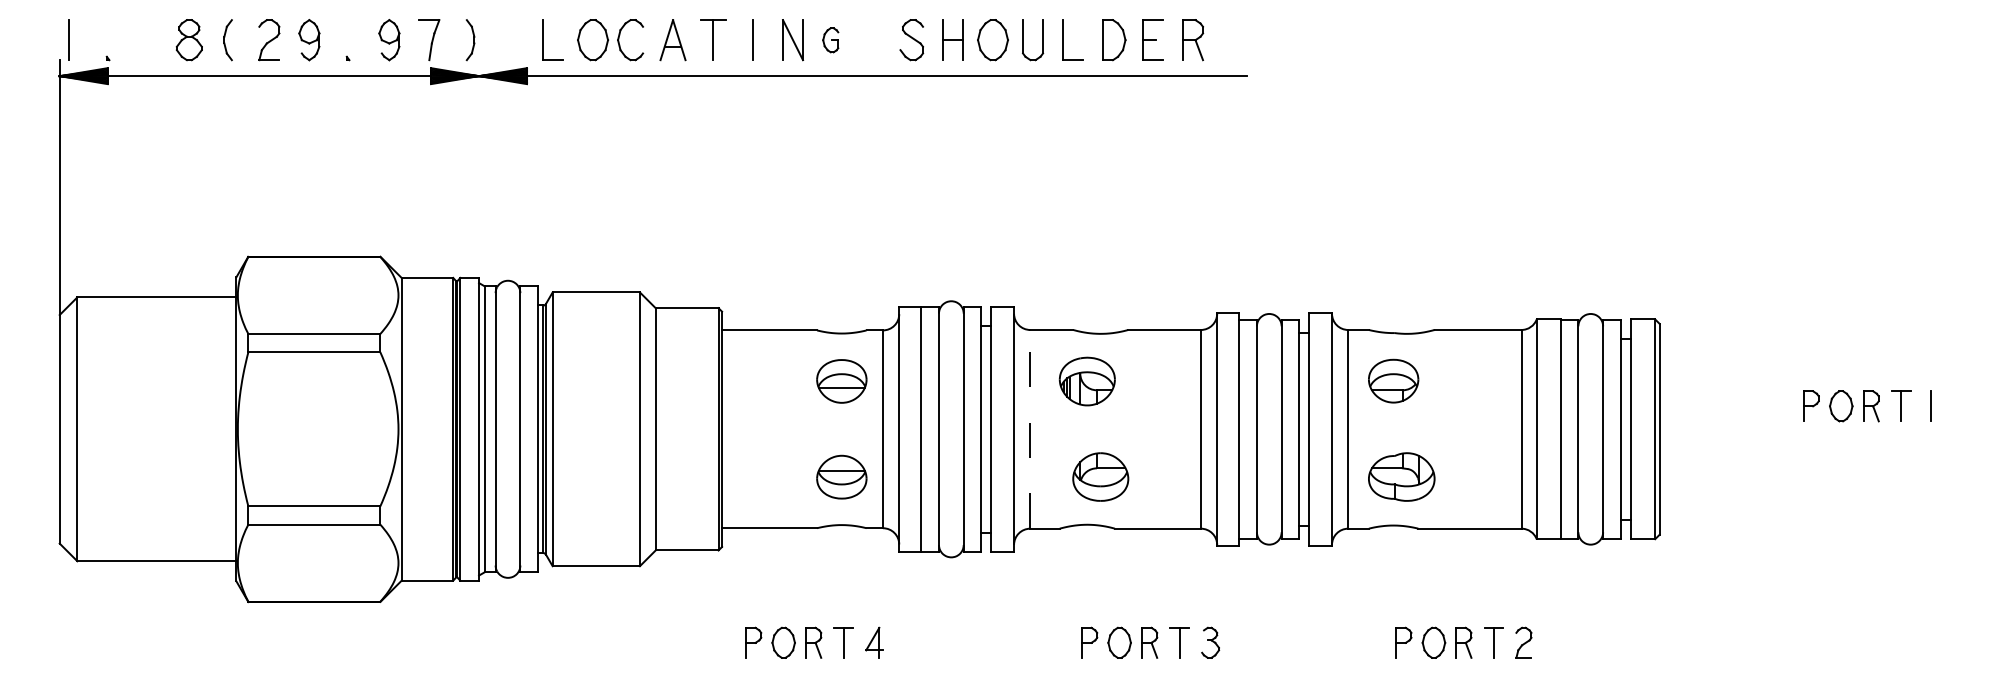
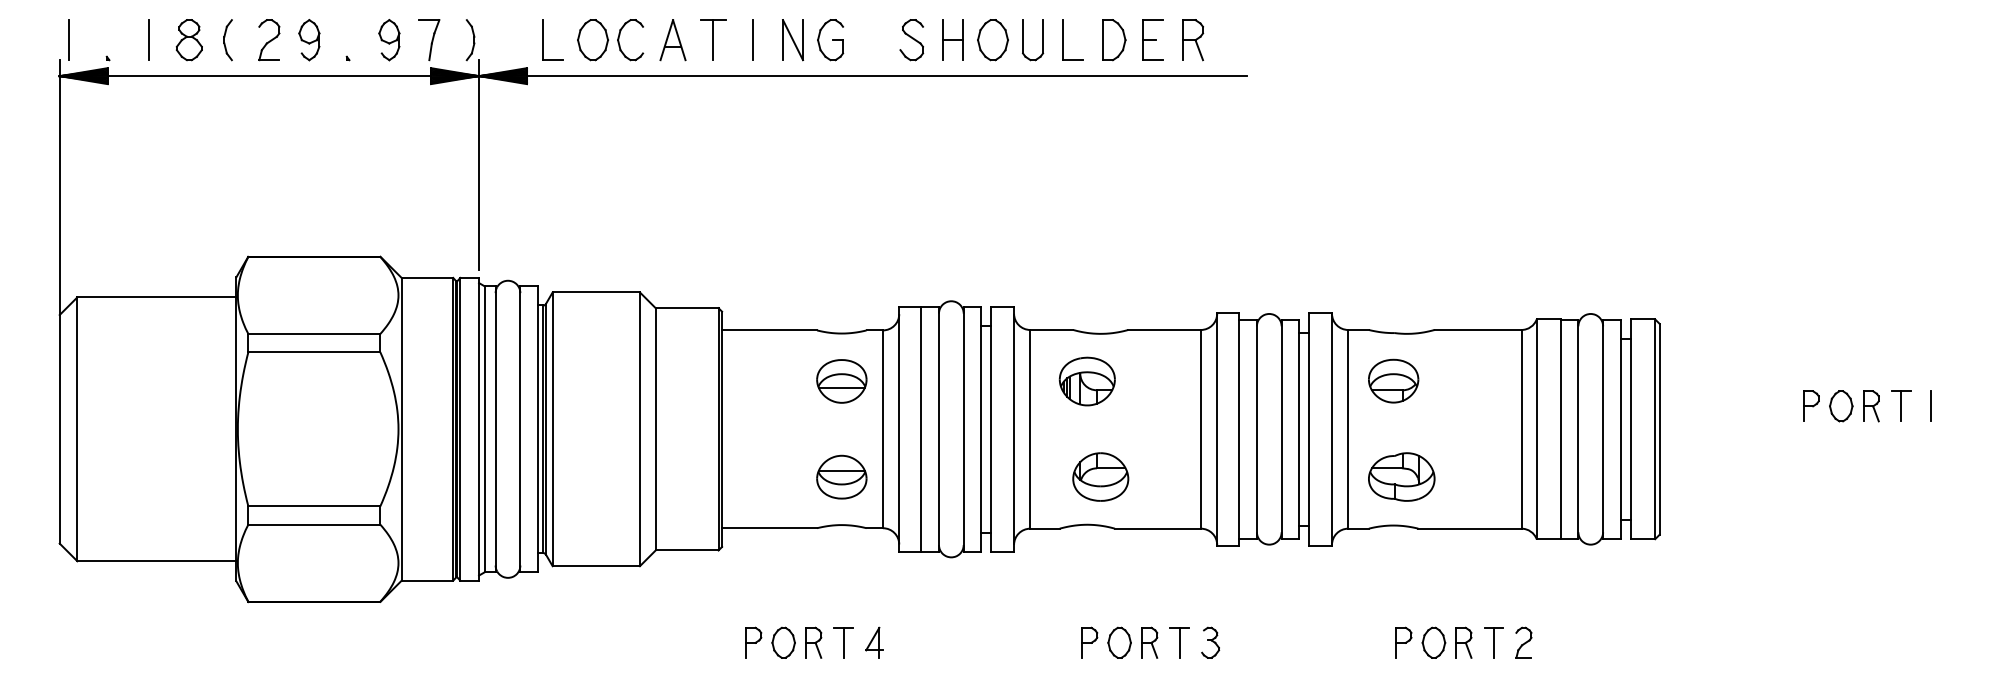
line at (149, 40): none -> present
part at (830, 40) size: 18x27 px -> 28x43 px
line at (479, 164): none -> present
line at (1030, 428): dashed -> solid
